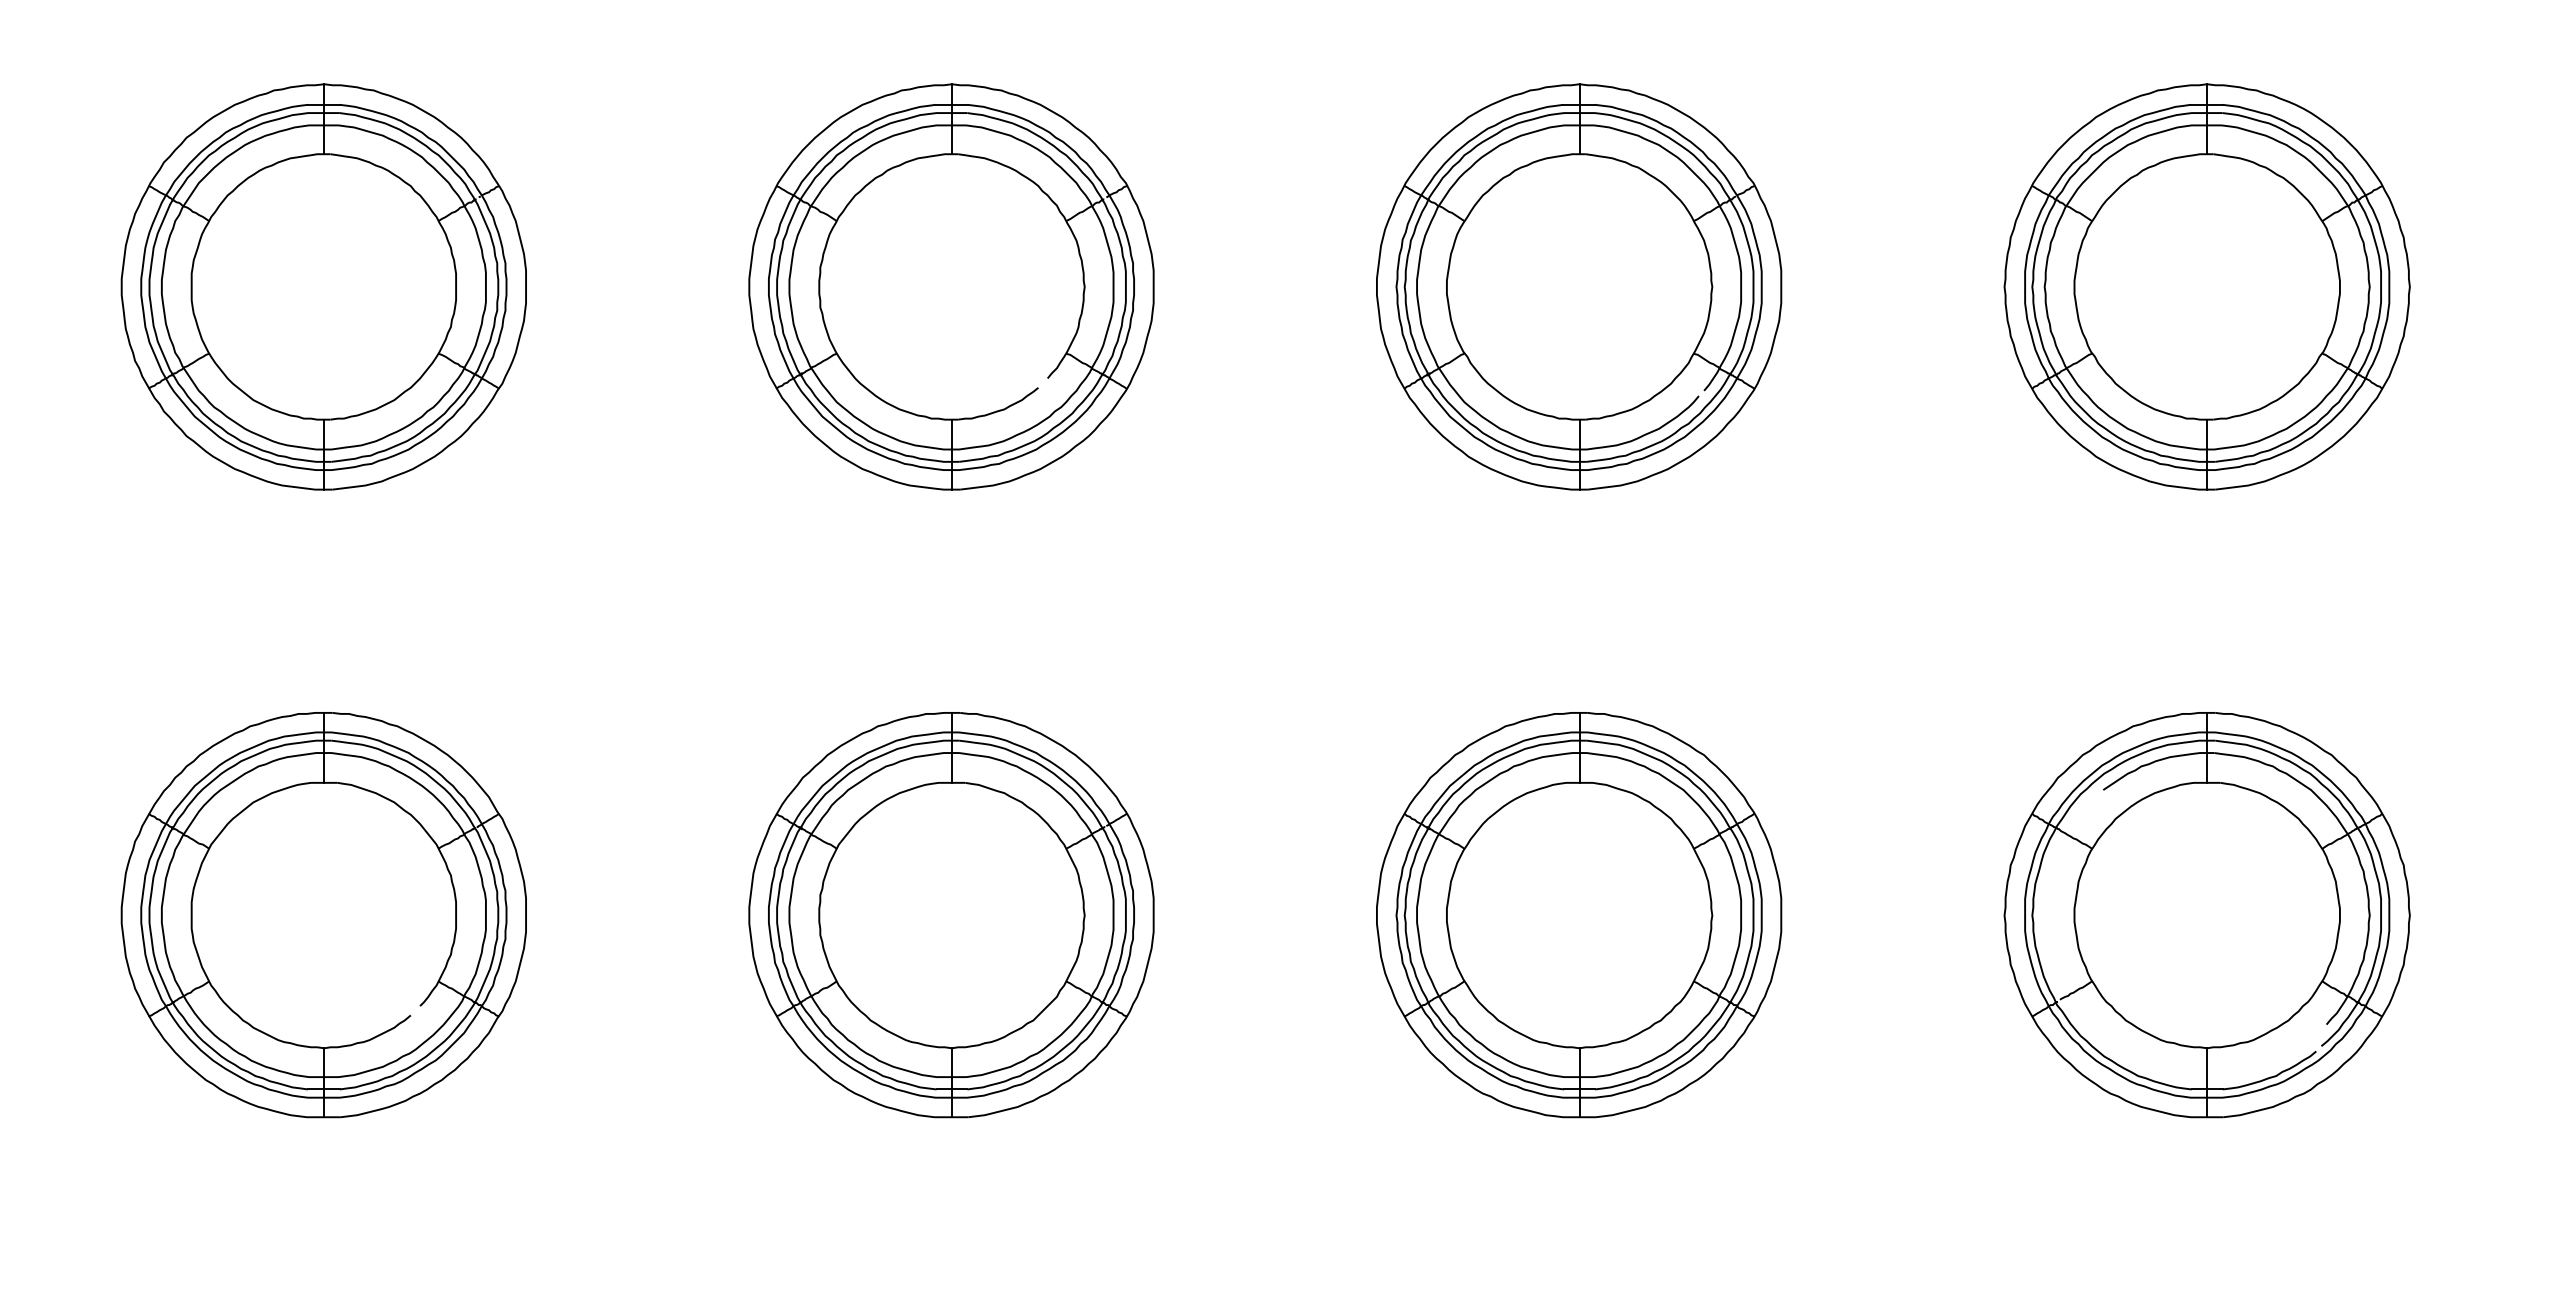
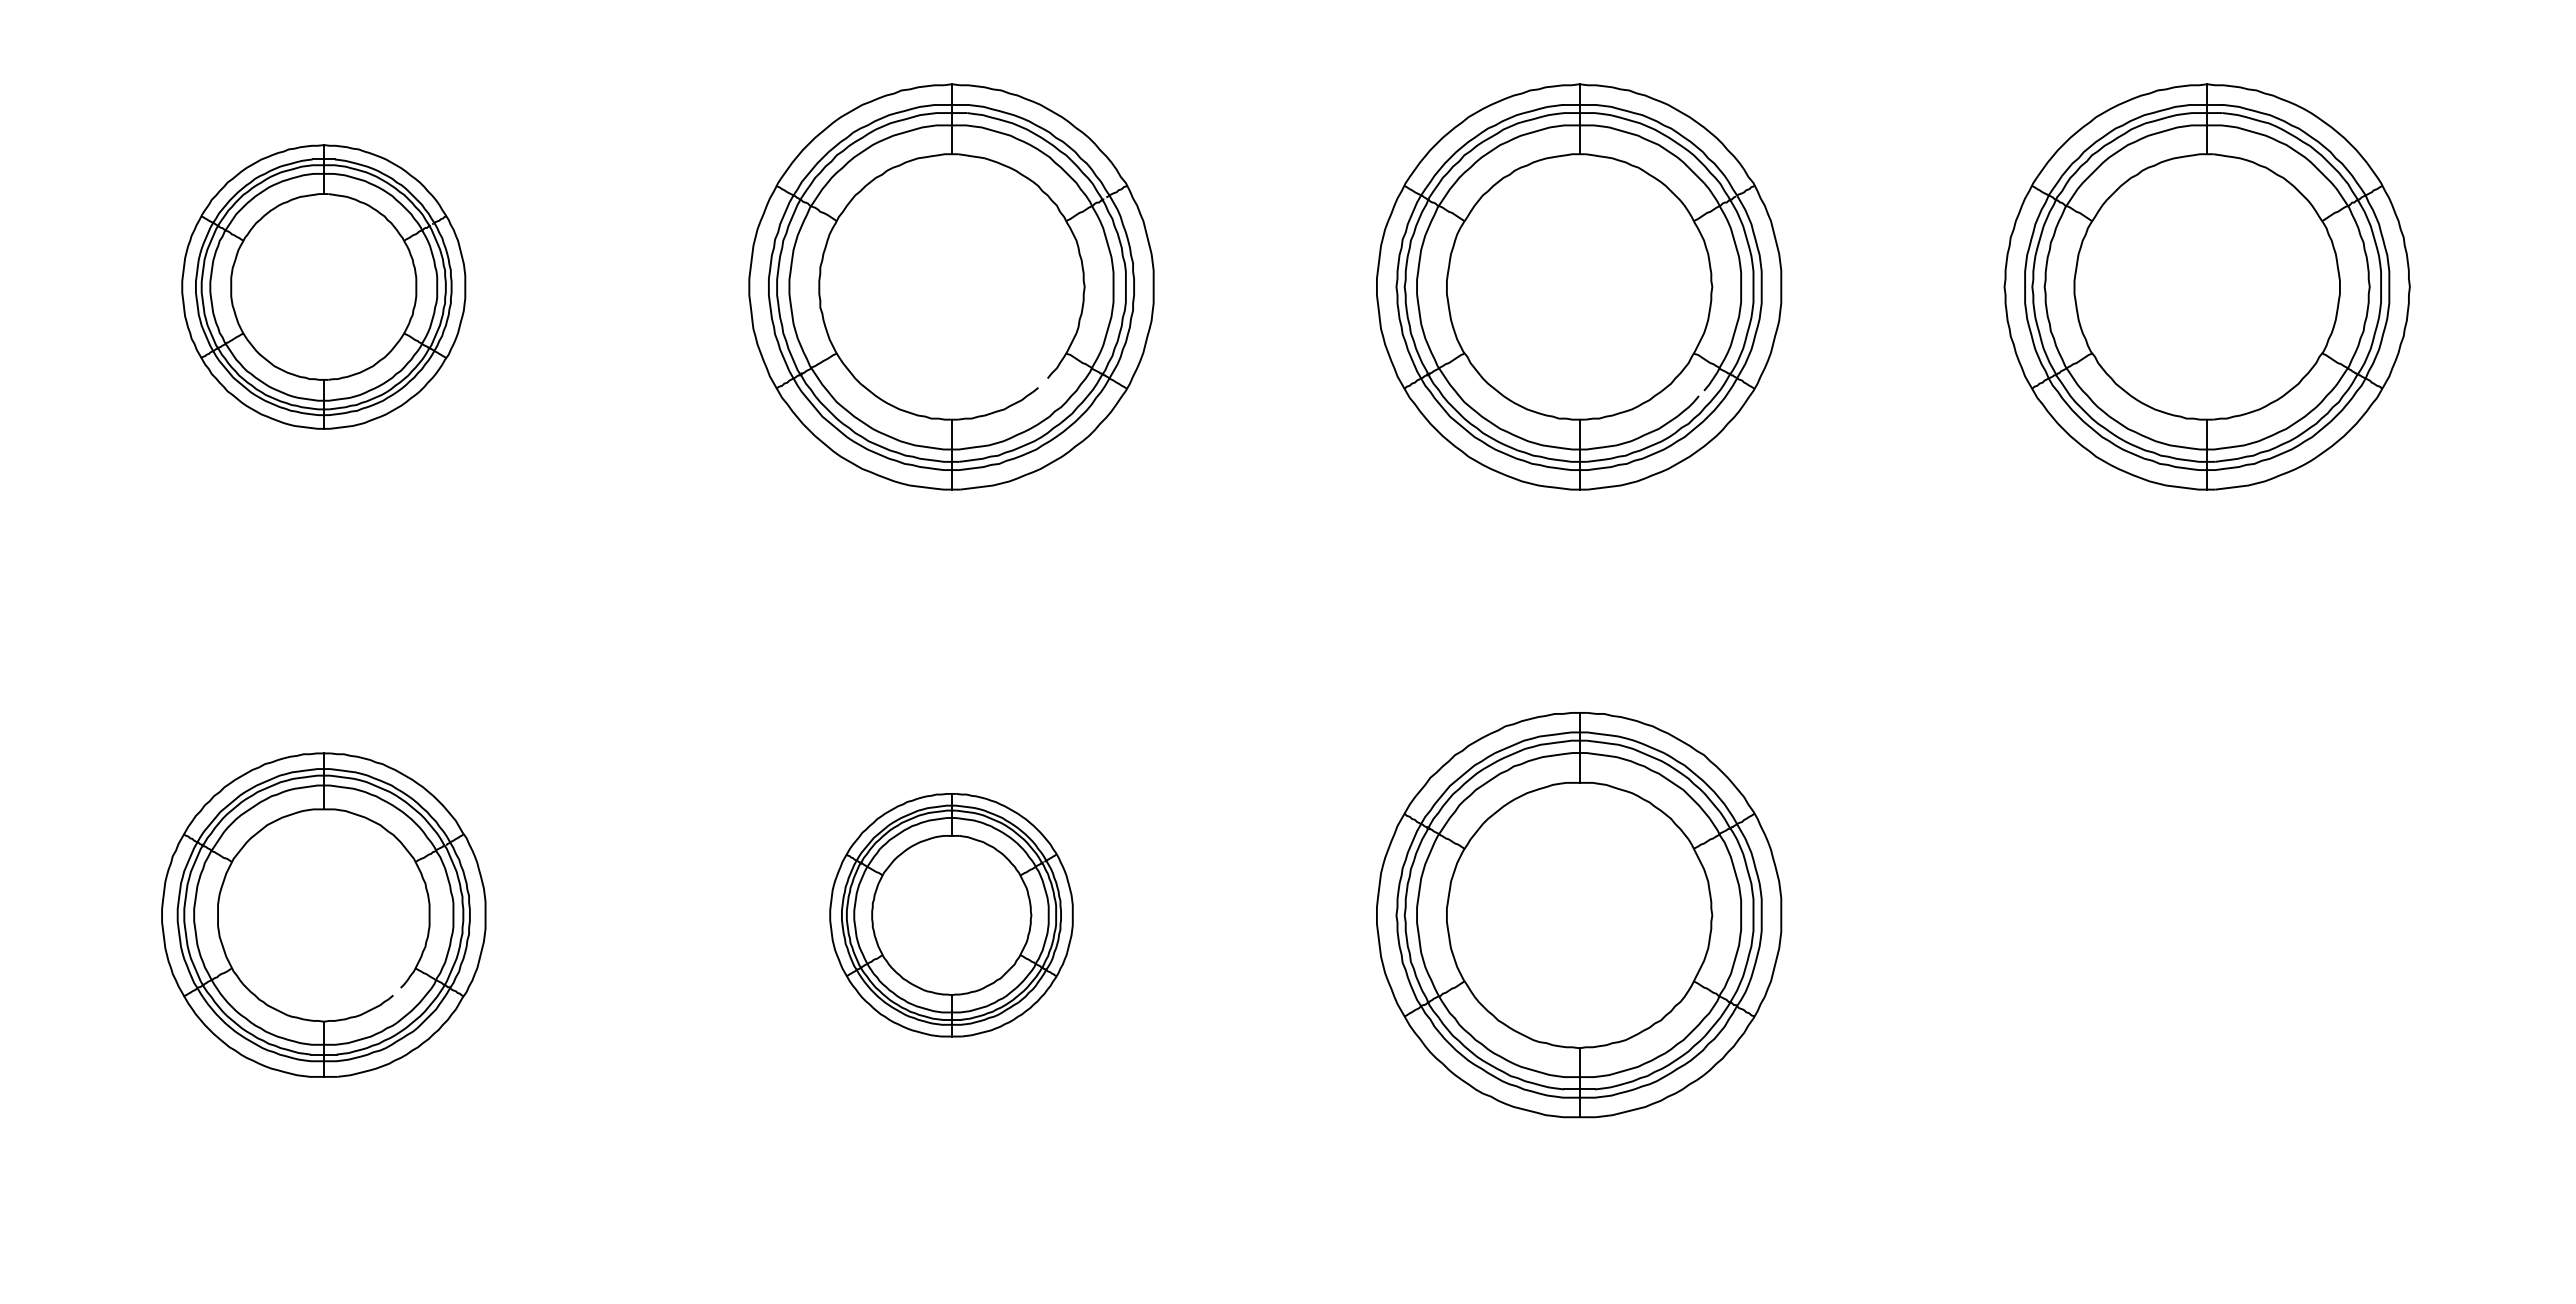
part at (323, 286) size: 407x408 px -> 286x286 px
part at (323, 915) size: 407x407 px -> 326x326 px
part at (951, 915) size: 407x407 px -> 245x245 px
part at (2206, 915): present -> none
